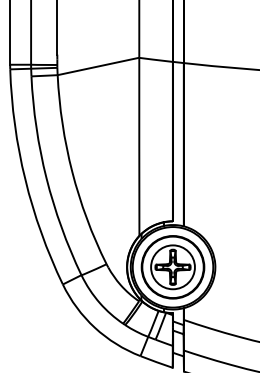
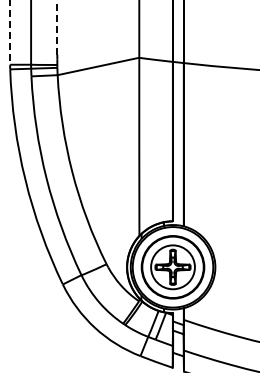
line at (57, 27): solid -> dashed
line at (10, 32): solid -> dashed
